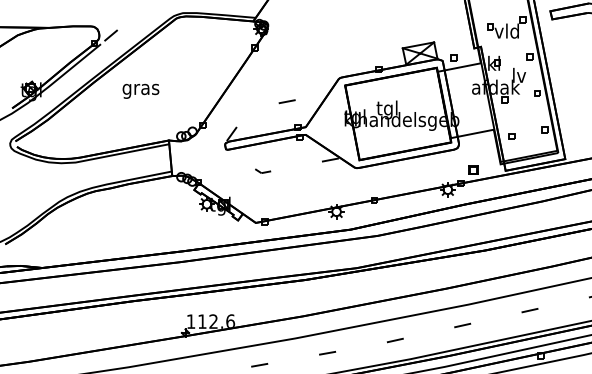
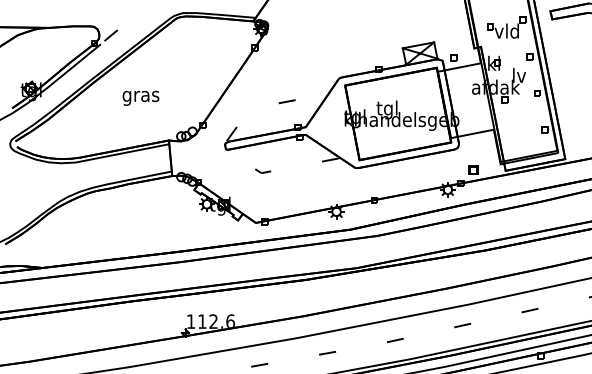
text at (140, 90) position: (140, 90) -> (140, 97)
part at (511, 136): present -> none
